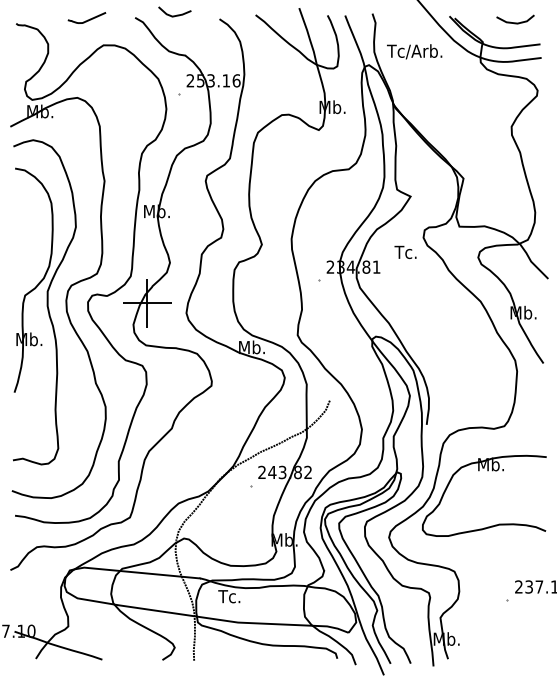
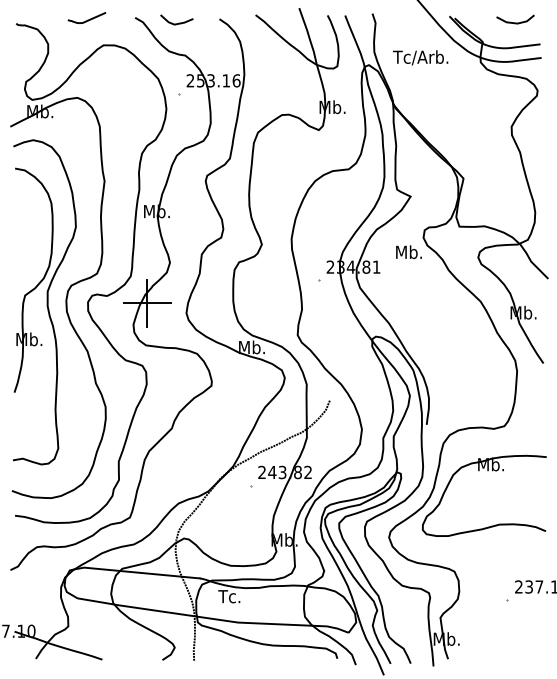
line at (176, 14) position: (176, 14) -> (178, 22)
text at (414, 51) position: (414, 51) -> (420, 57)
text at (407, 252): Tc. -> Mb.
